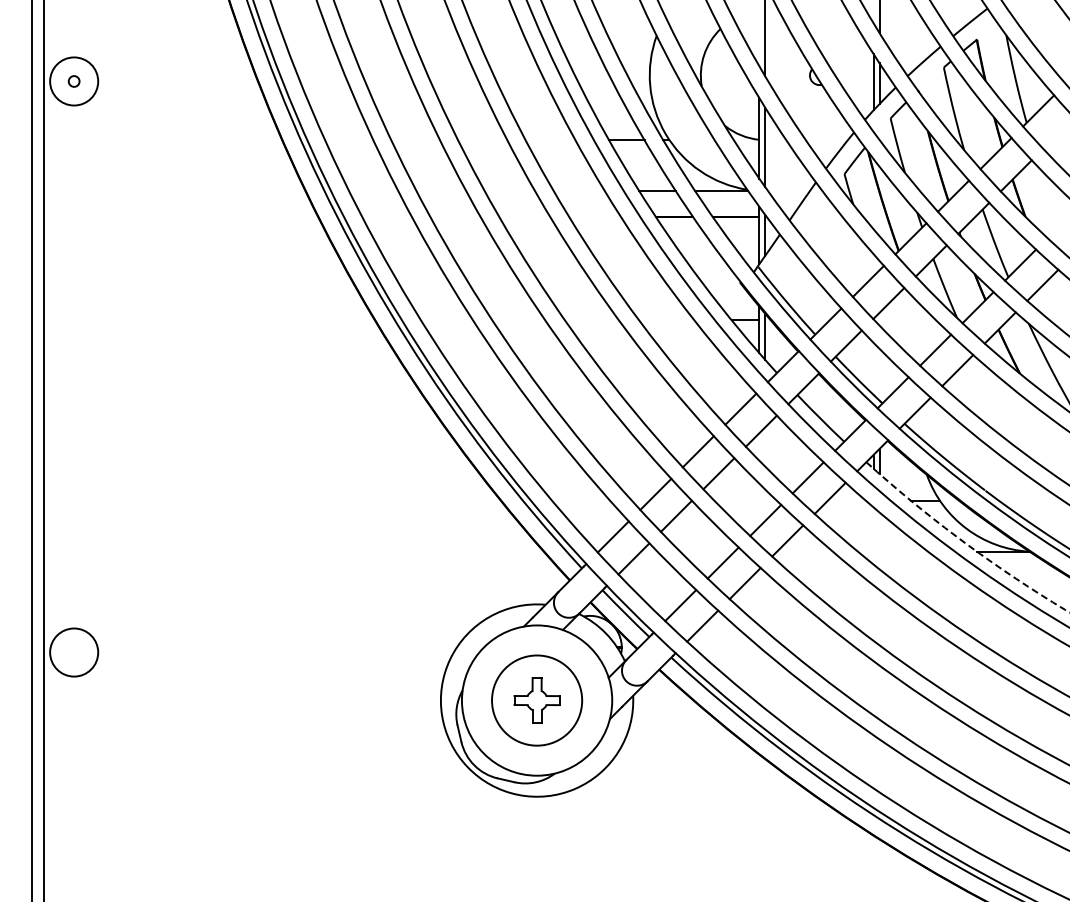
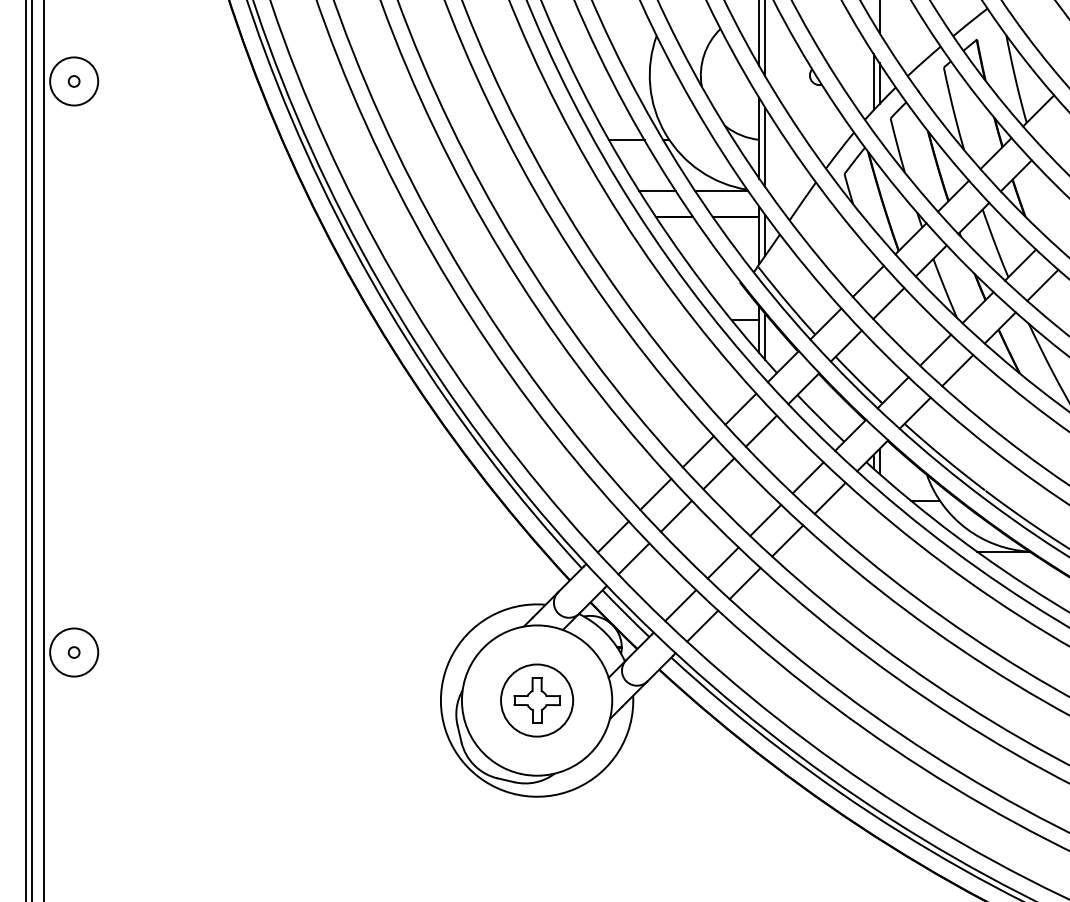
line at (759, 34): none -> present
line at (26, 450): none -> present
arc at (964, 542): dashed -> solid
circle at (73, 652): none -> present
circle at (537, 700) diameter: 90 px -> 72 px
